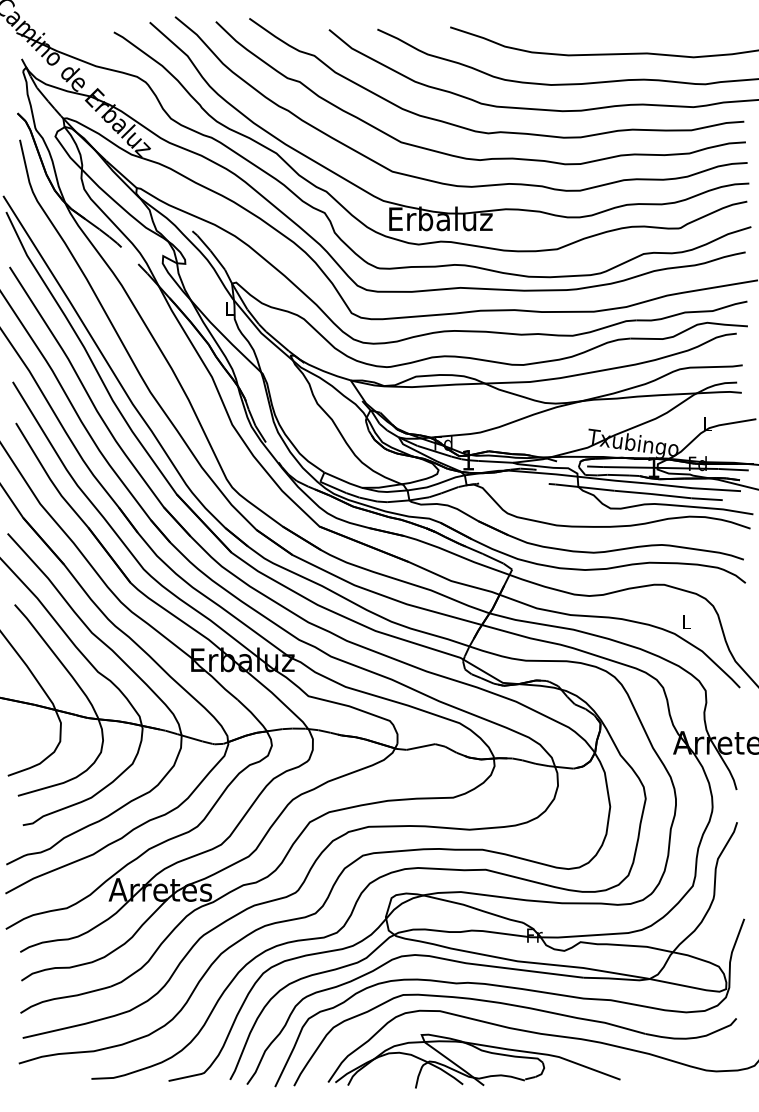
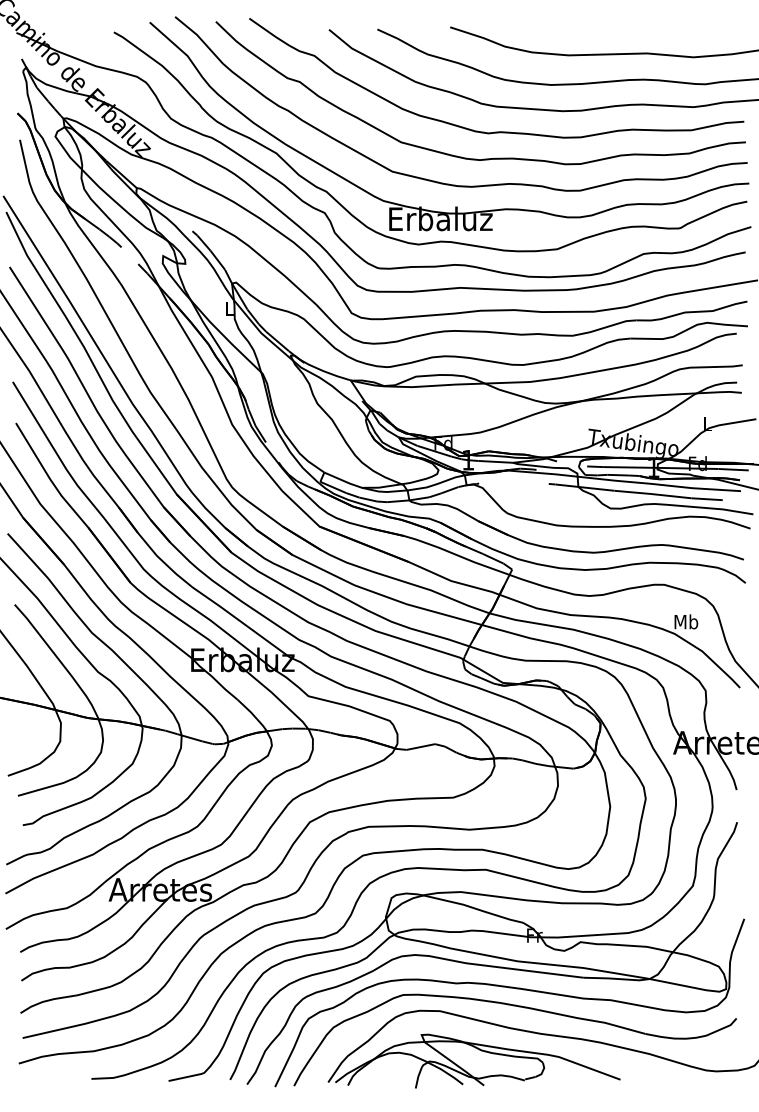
text at (686, 621): L -> Mb
